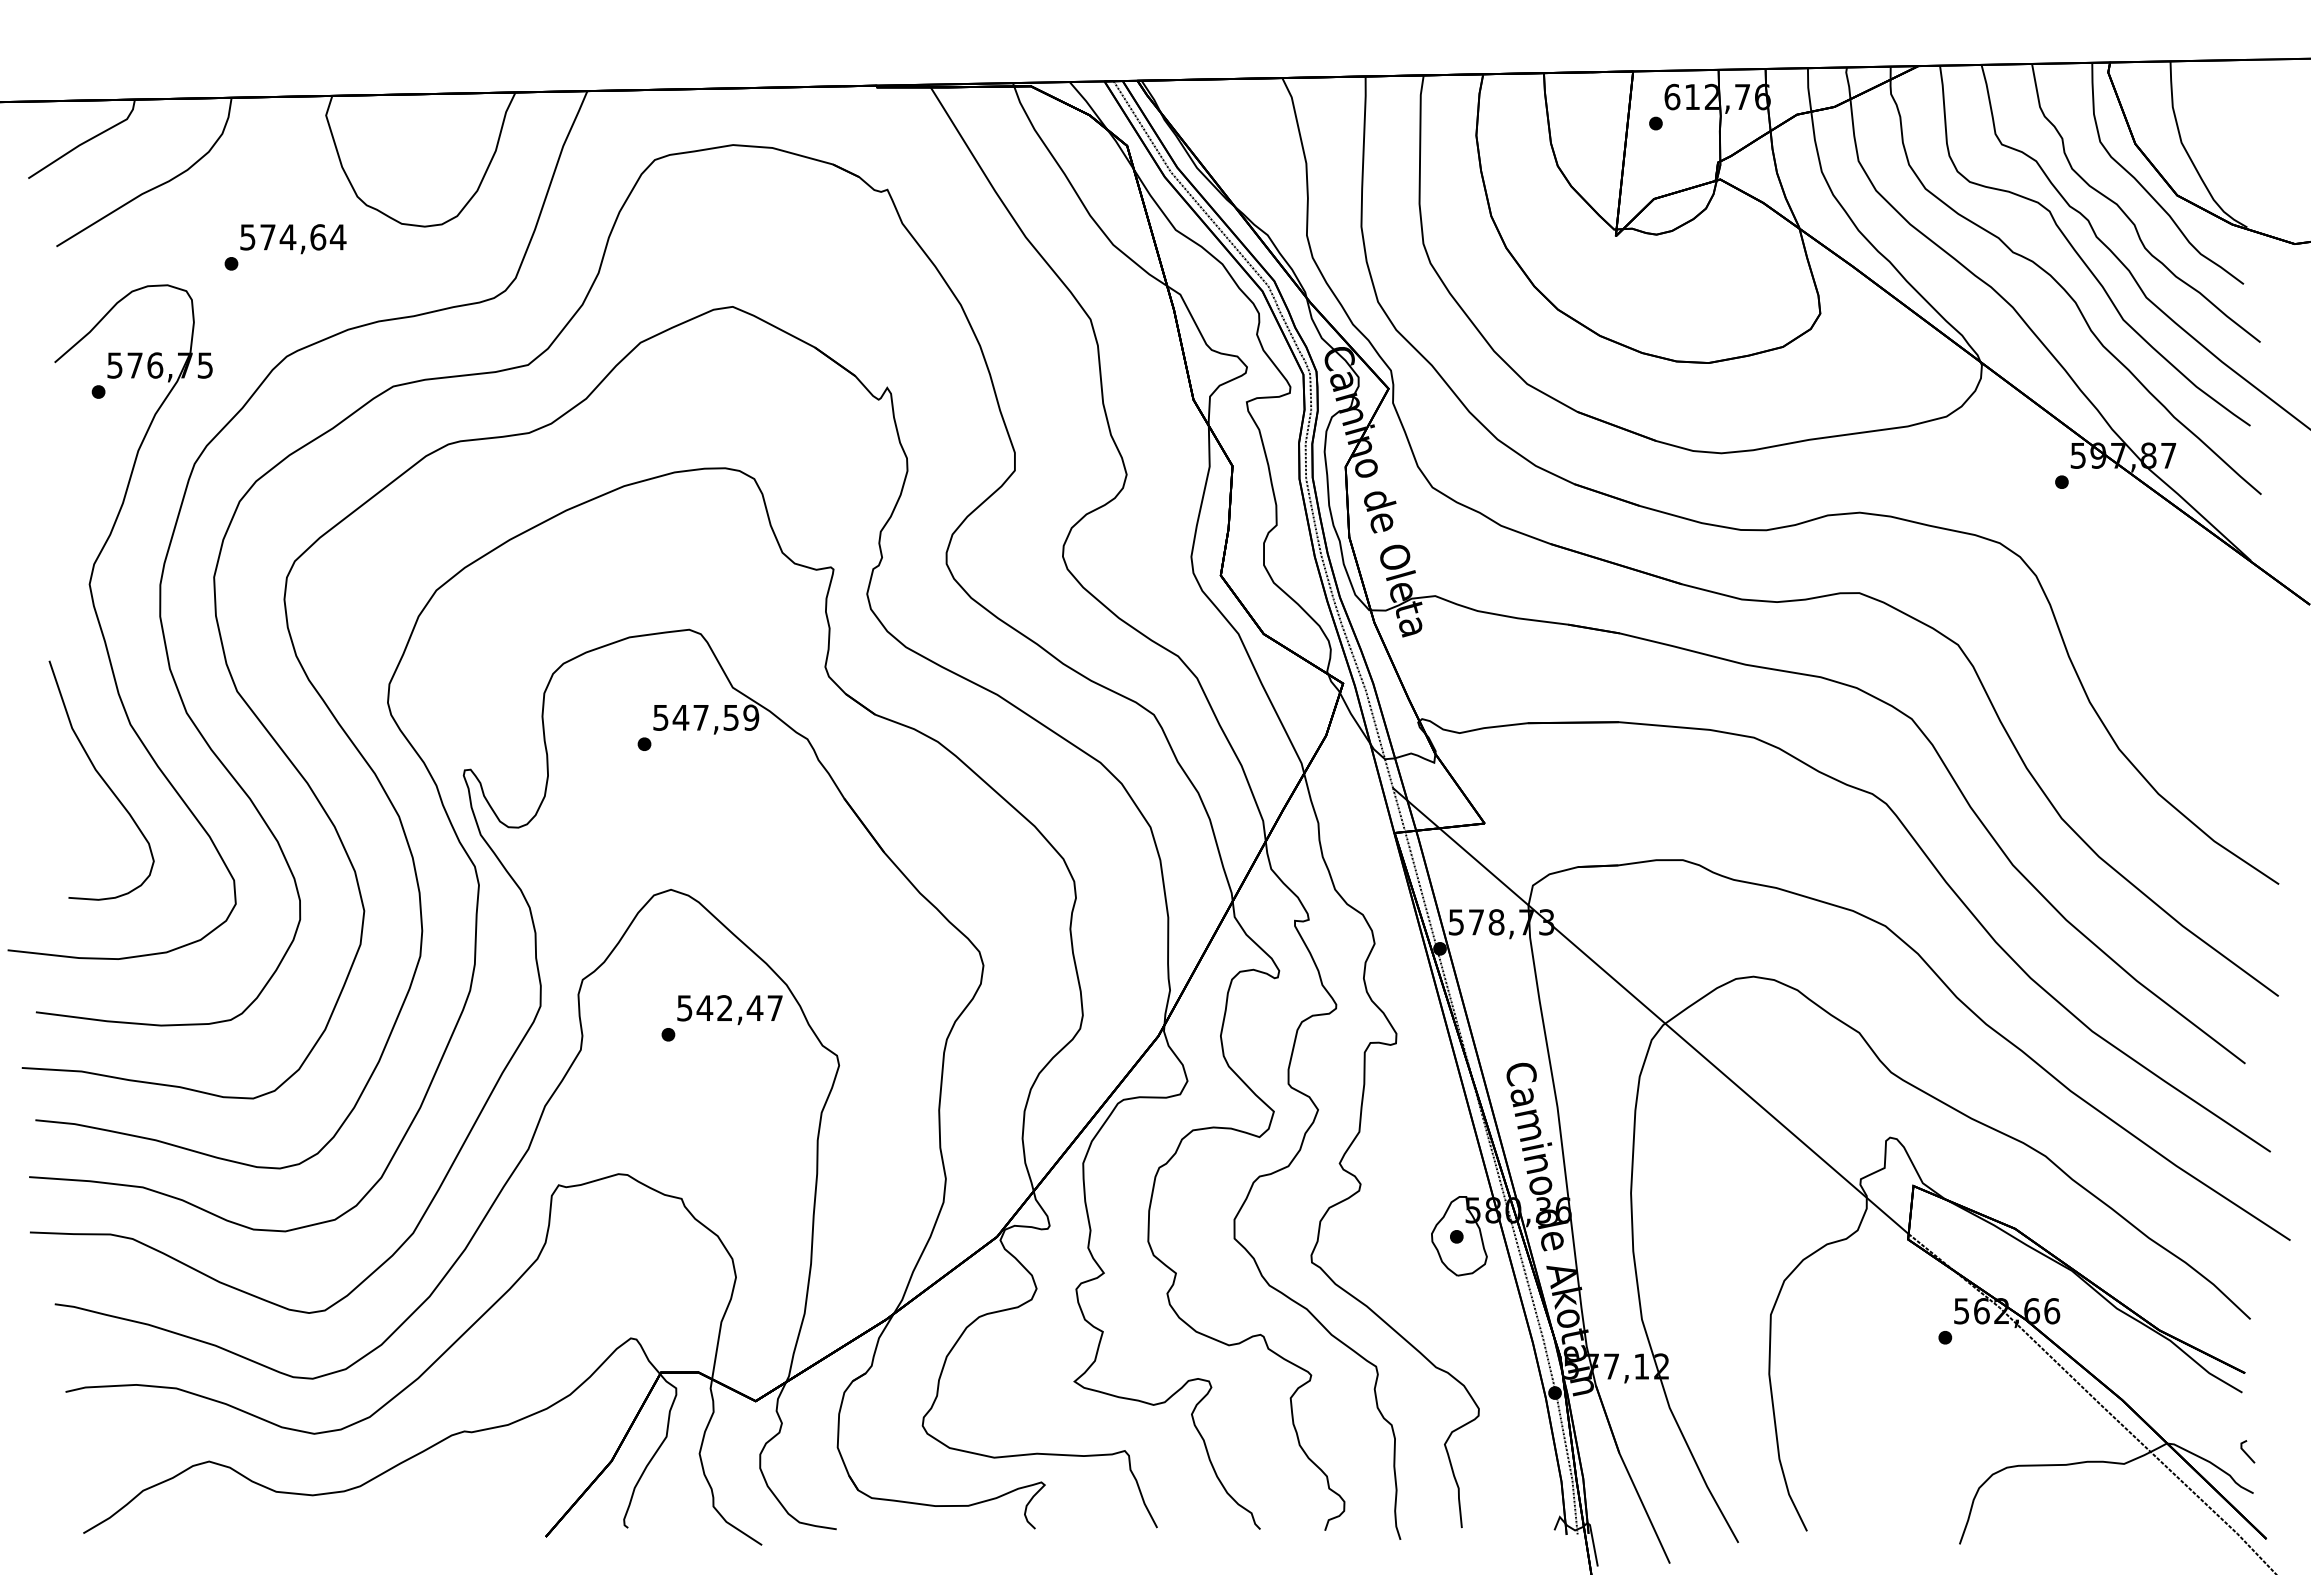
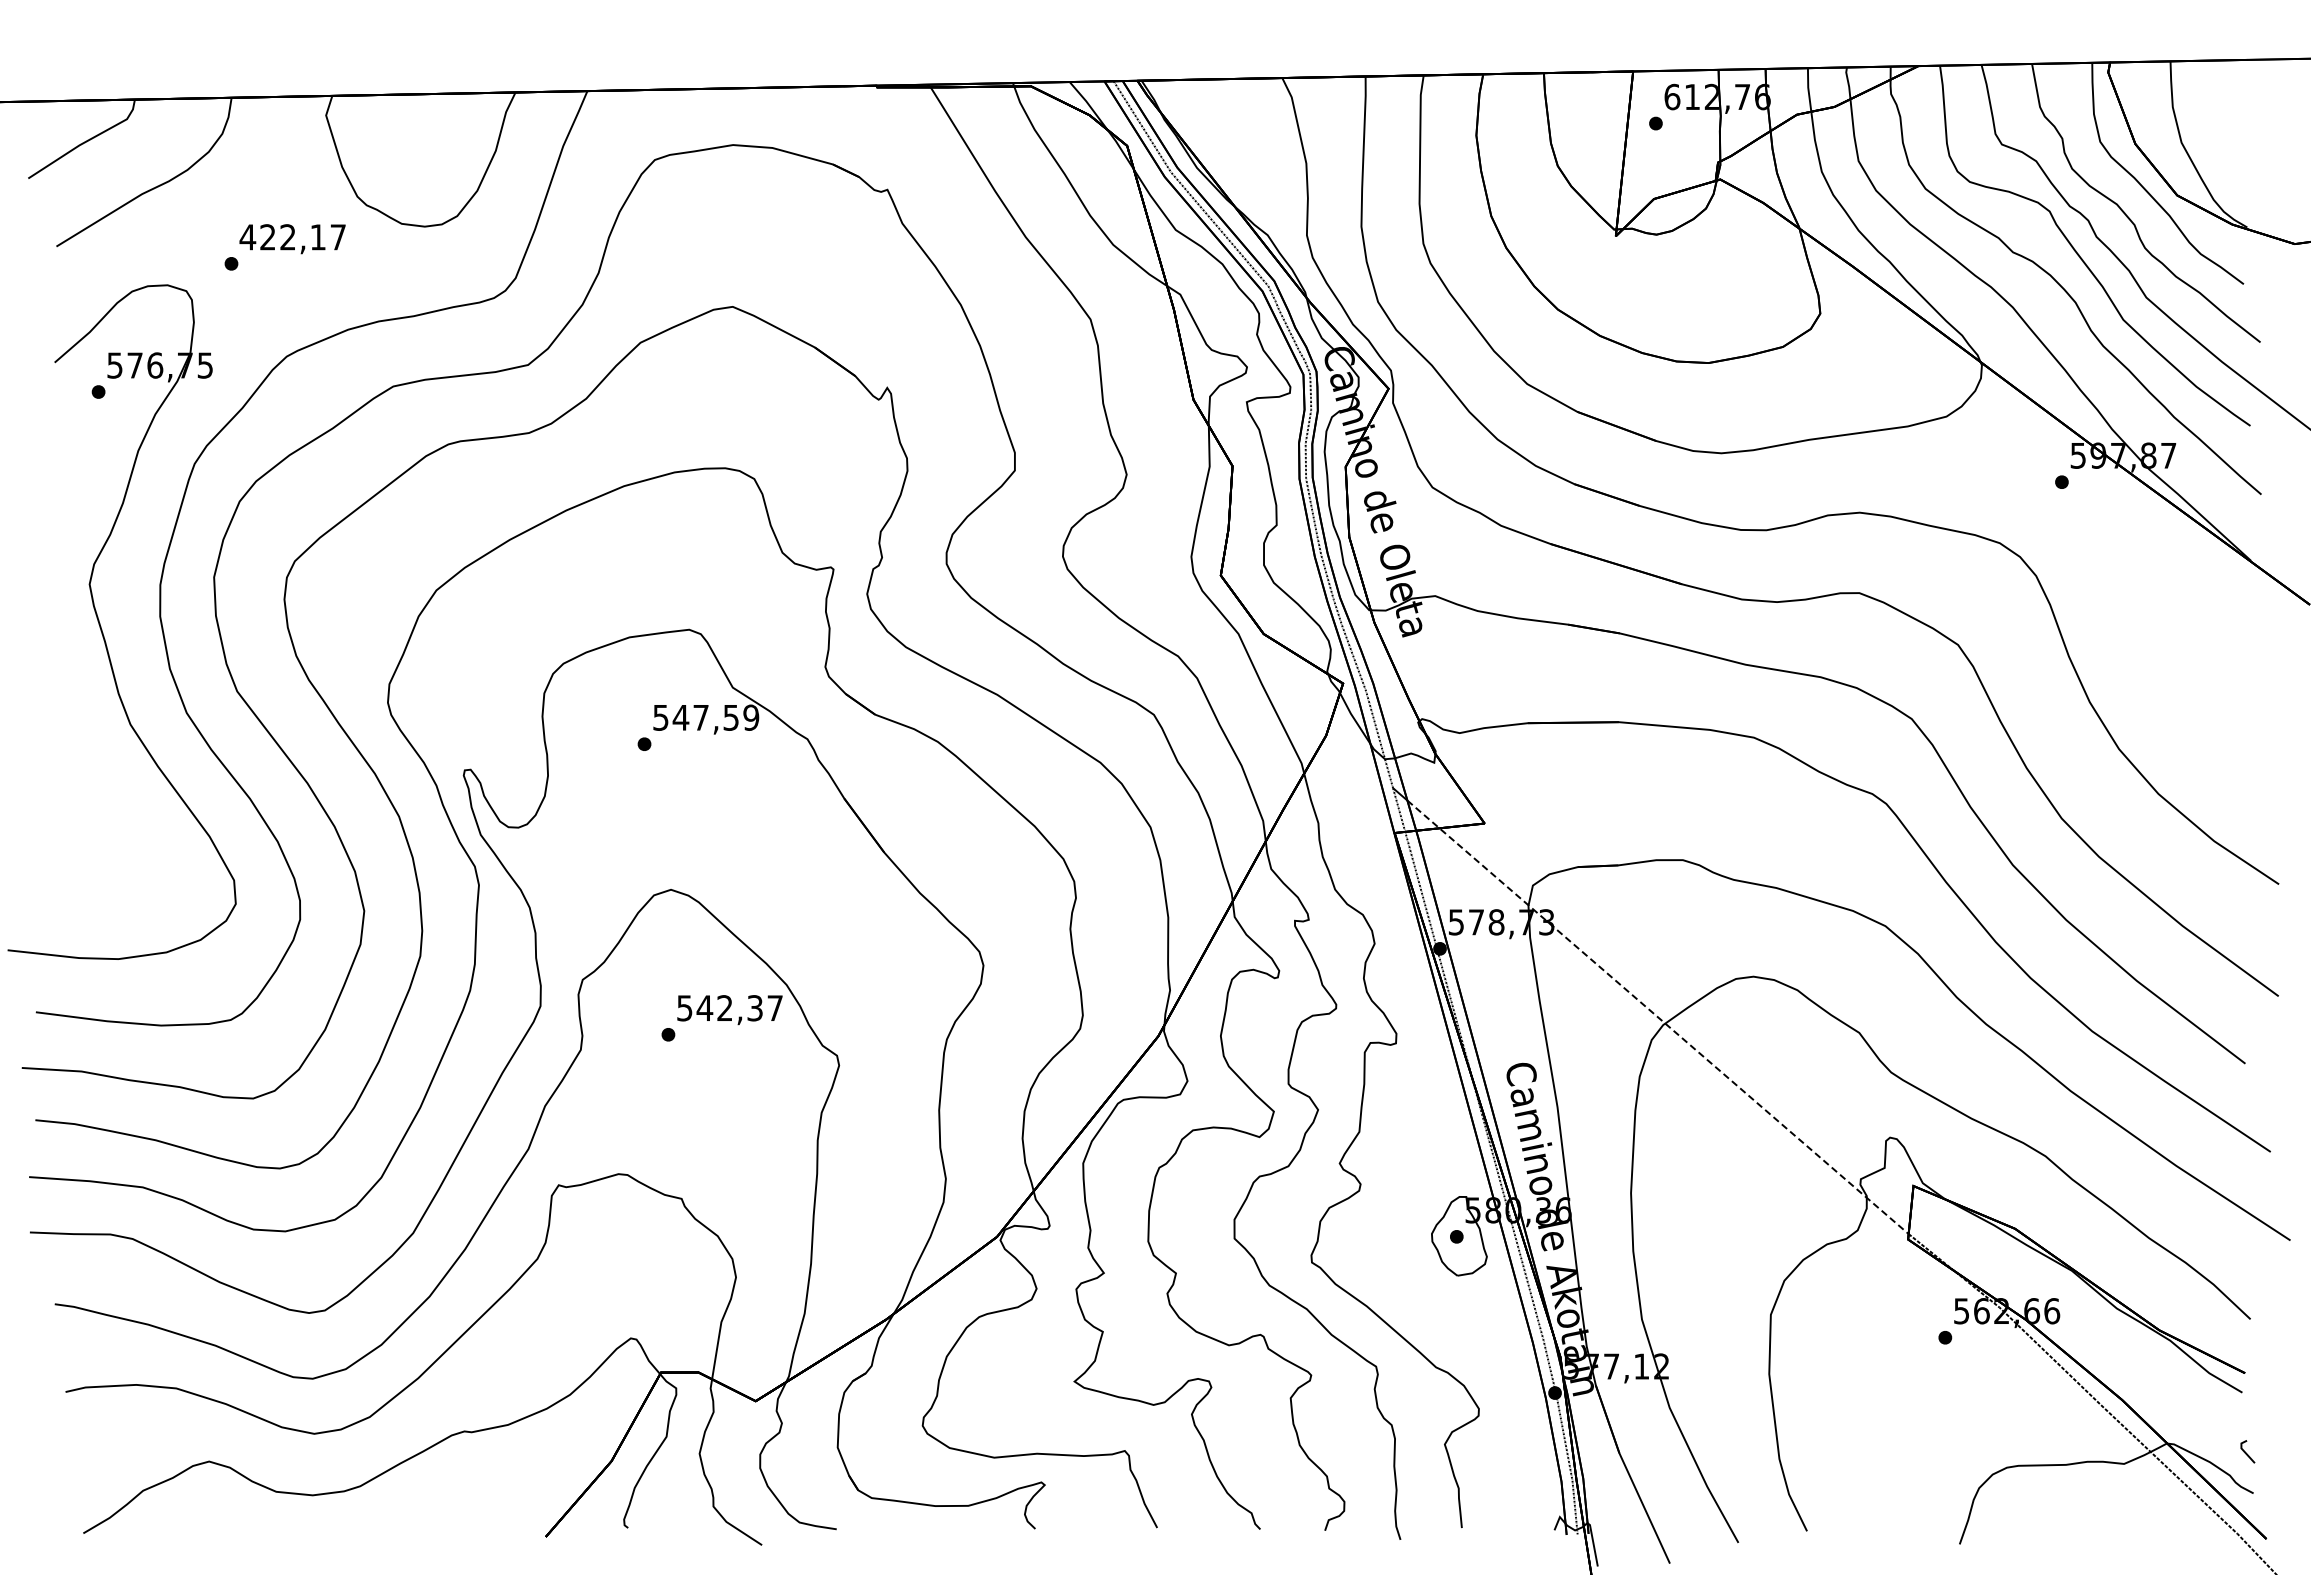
text at (292, 237): 574,64 -> 422,17
curve at (101, 779): present -> none
text at (754, 1008): 542,47 -> 542,37
line at (1658, 1017): solid -> dashed
